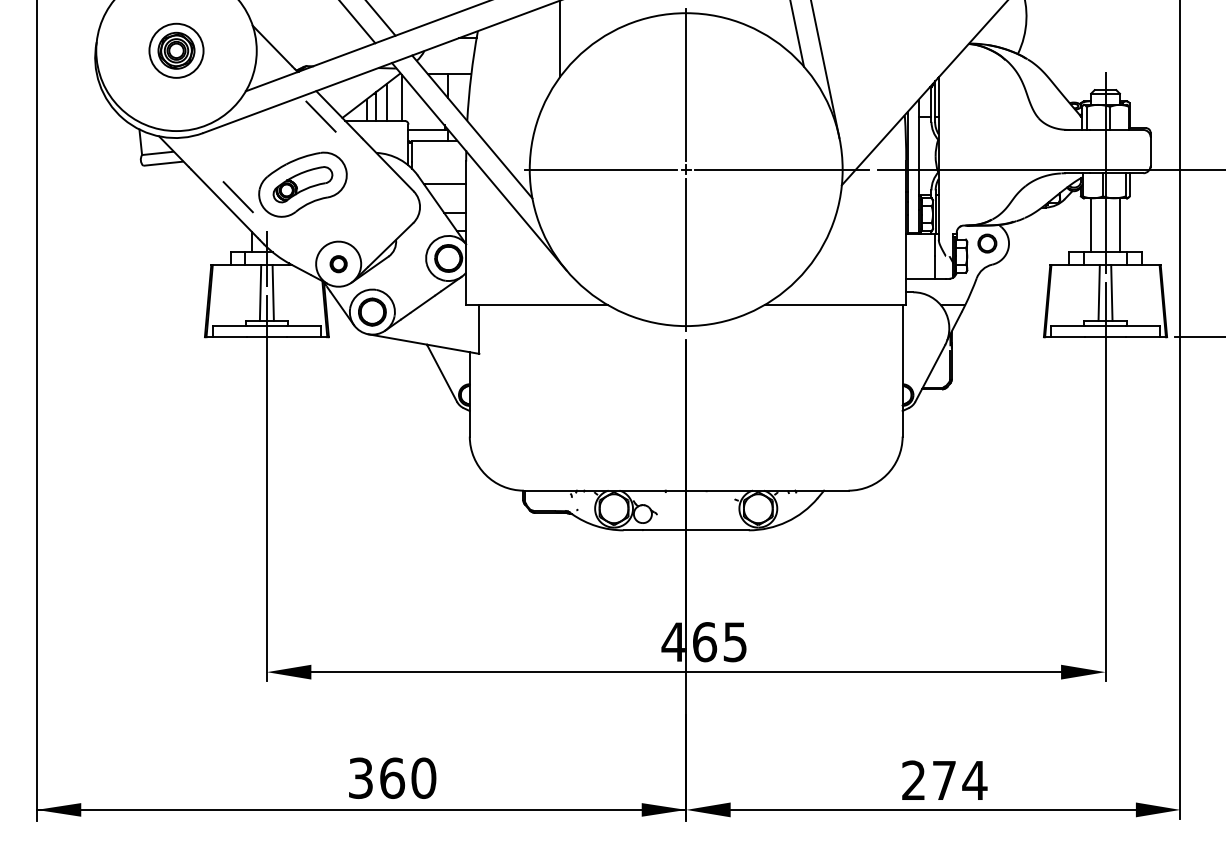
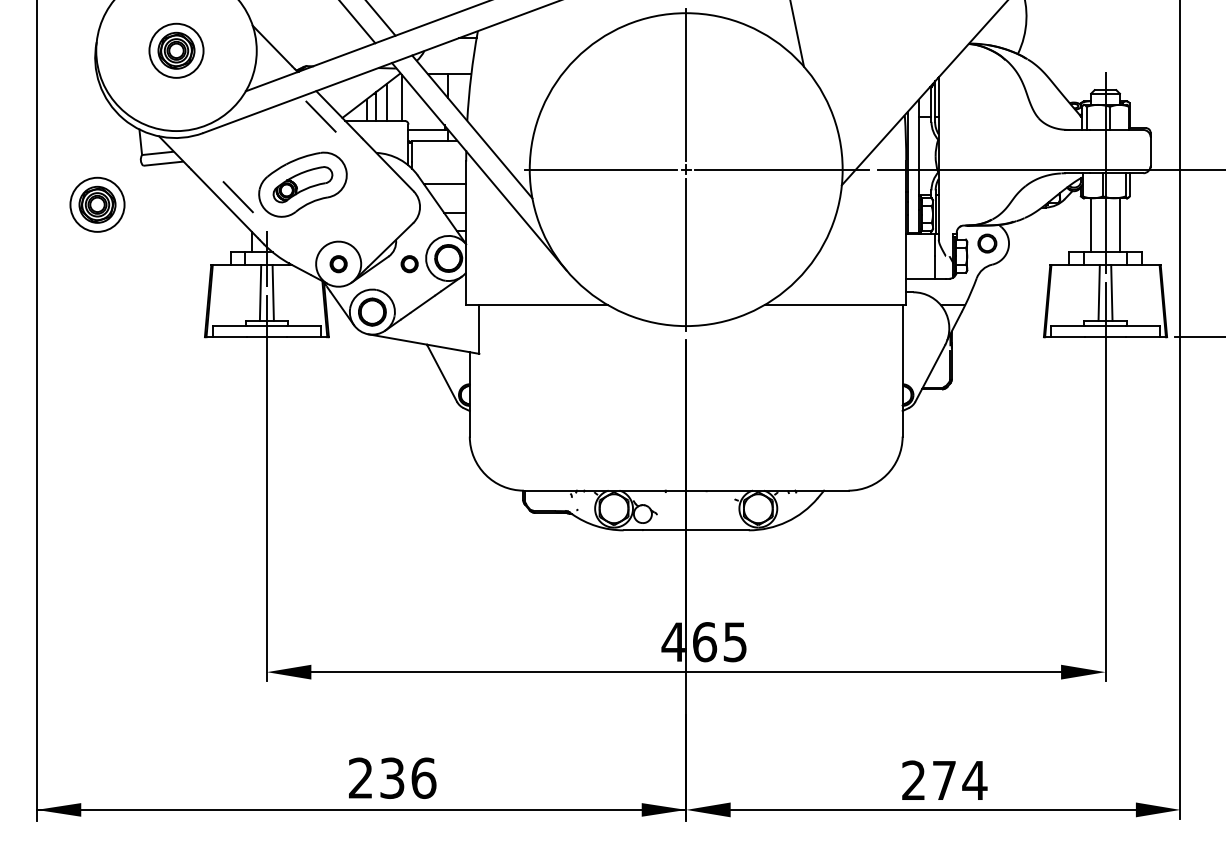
line at (559, 39): present -> none
line at (825, 70): present -> none
part at (97, 204): none -> present
part at (409, 264): none -> present
text at (392, 777): 360 -> 236
